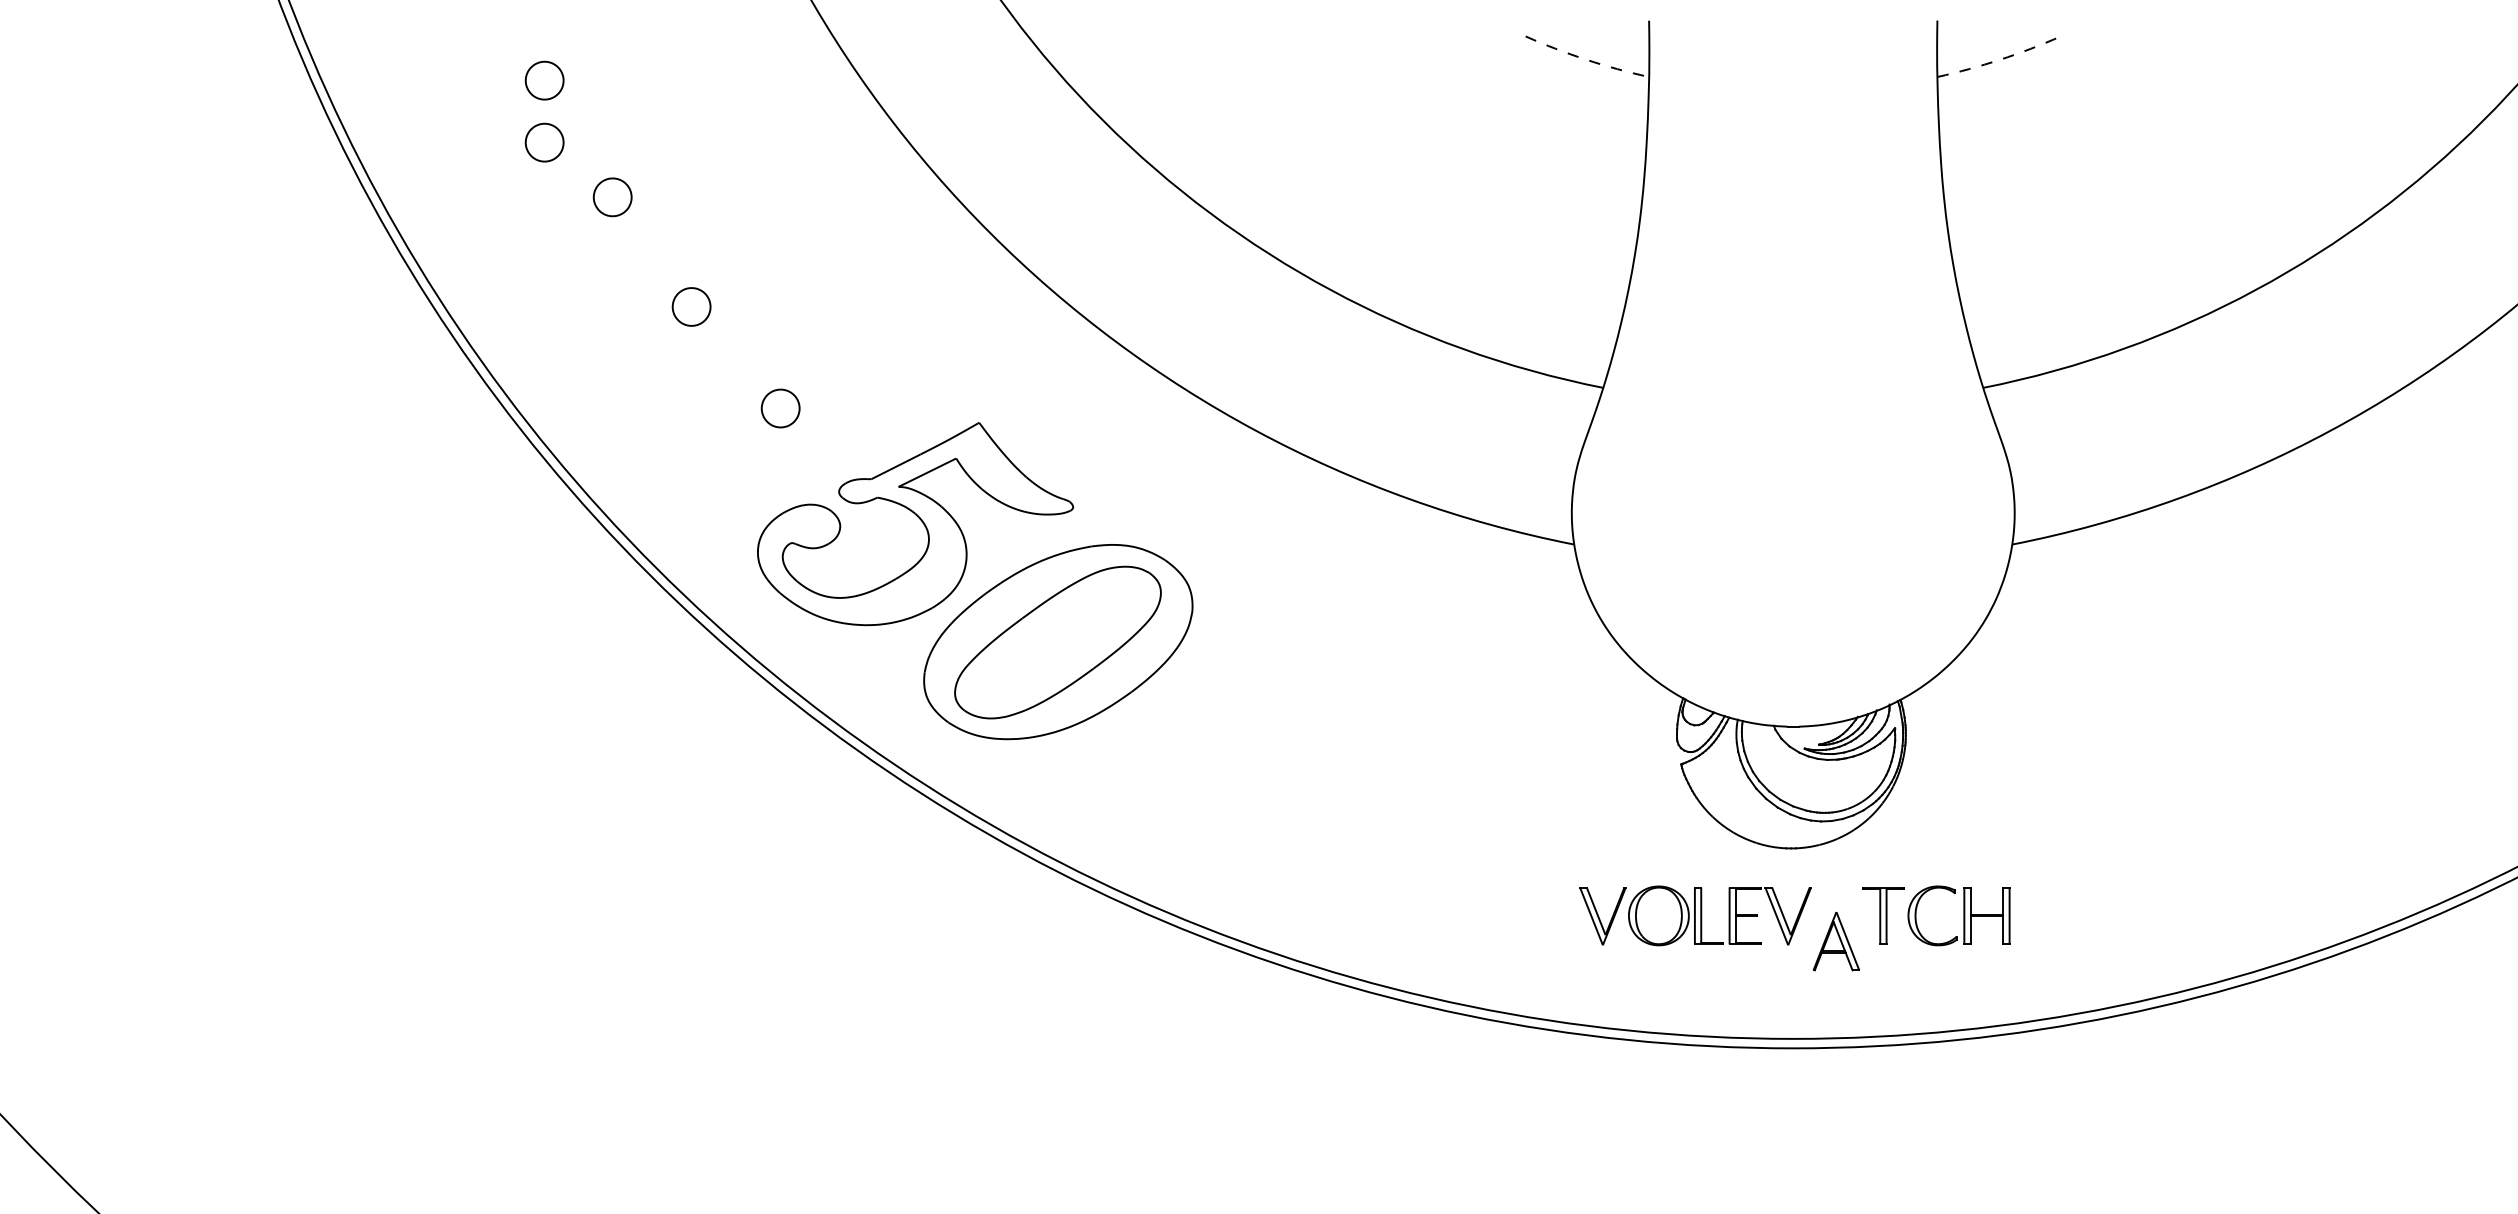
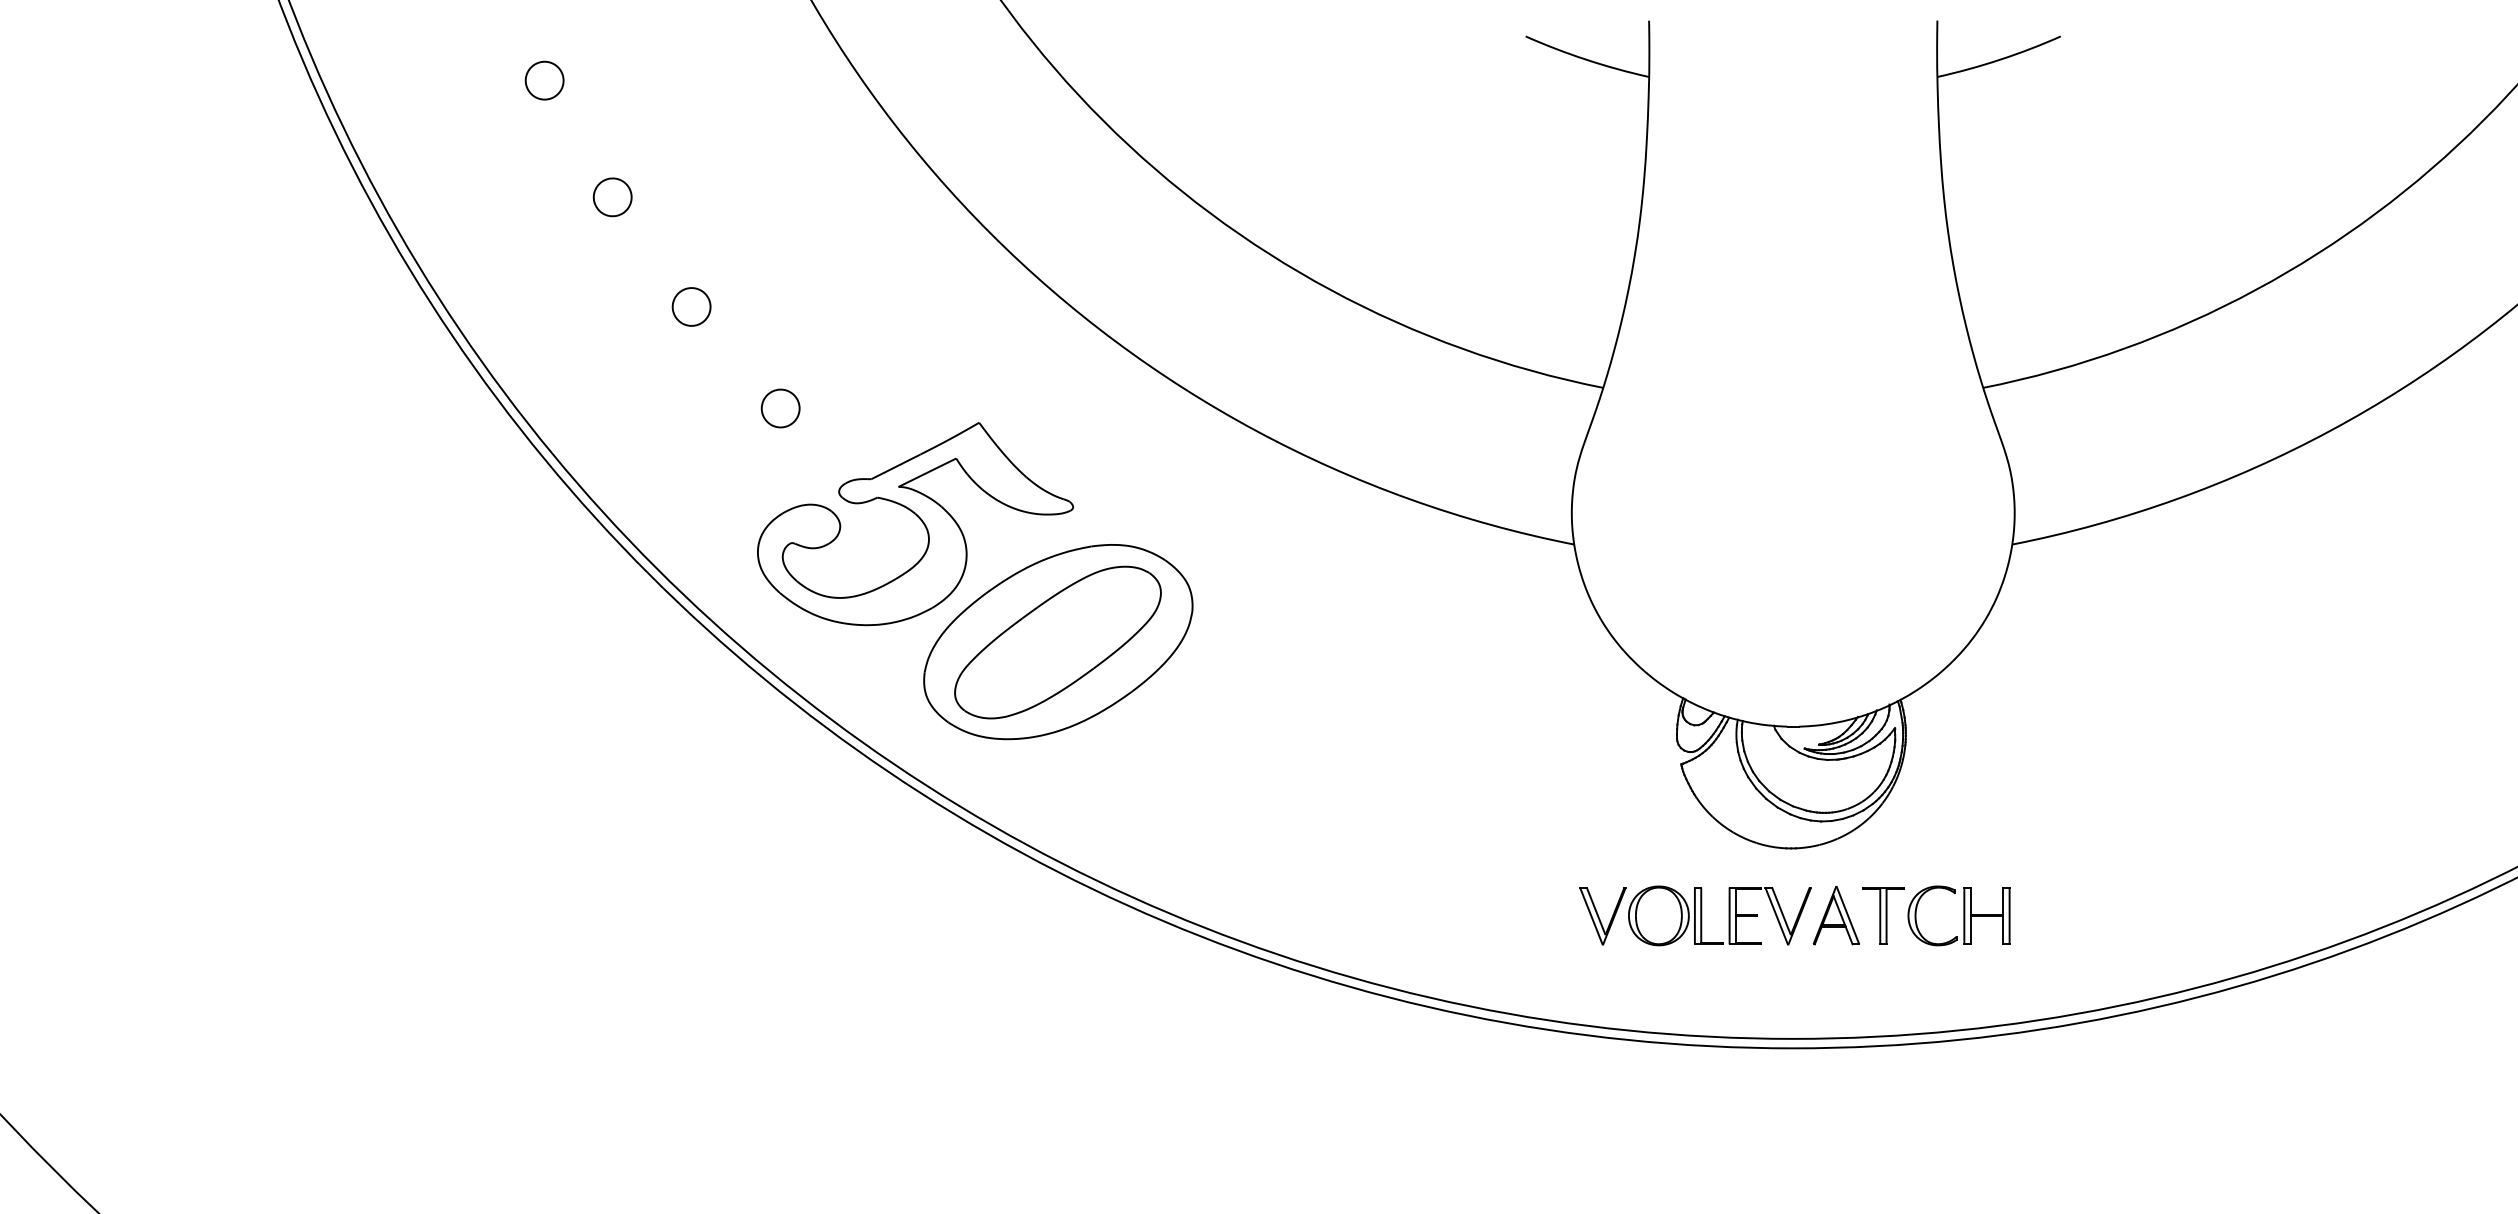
arc at (1586, 59): dashed -> solid
arc at (2000, 59): dashed -> solid
part at (544, 142): present -> none
part at (1835, 941) position: (1835, 941) -> (1835, 915)
